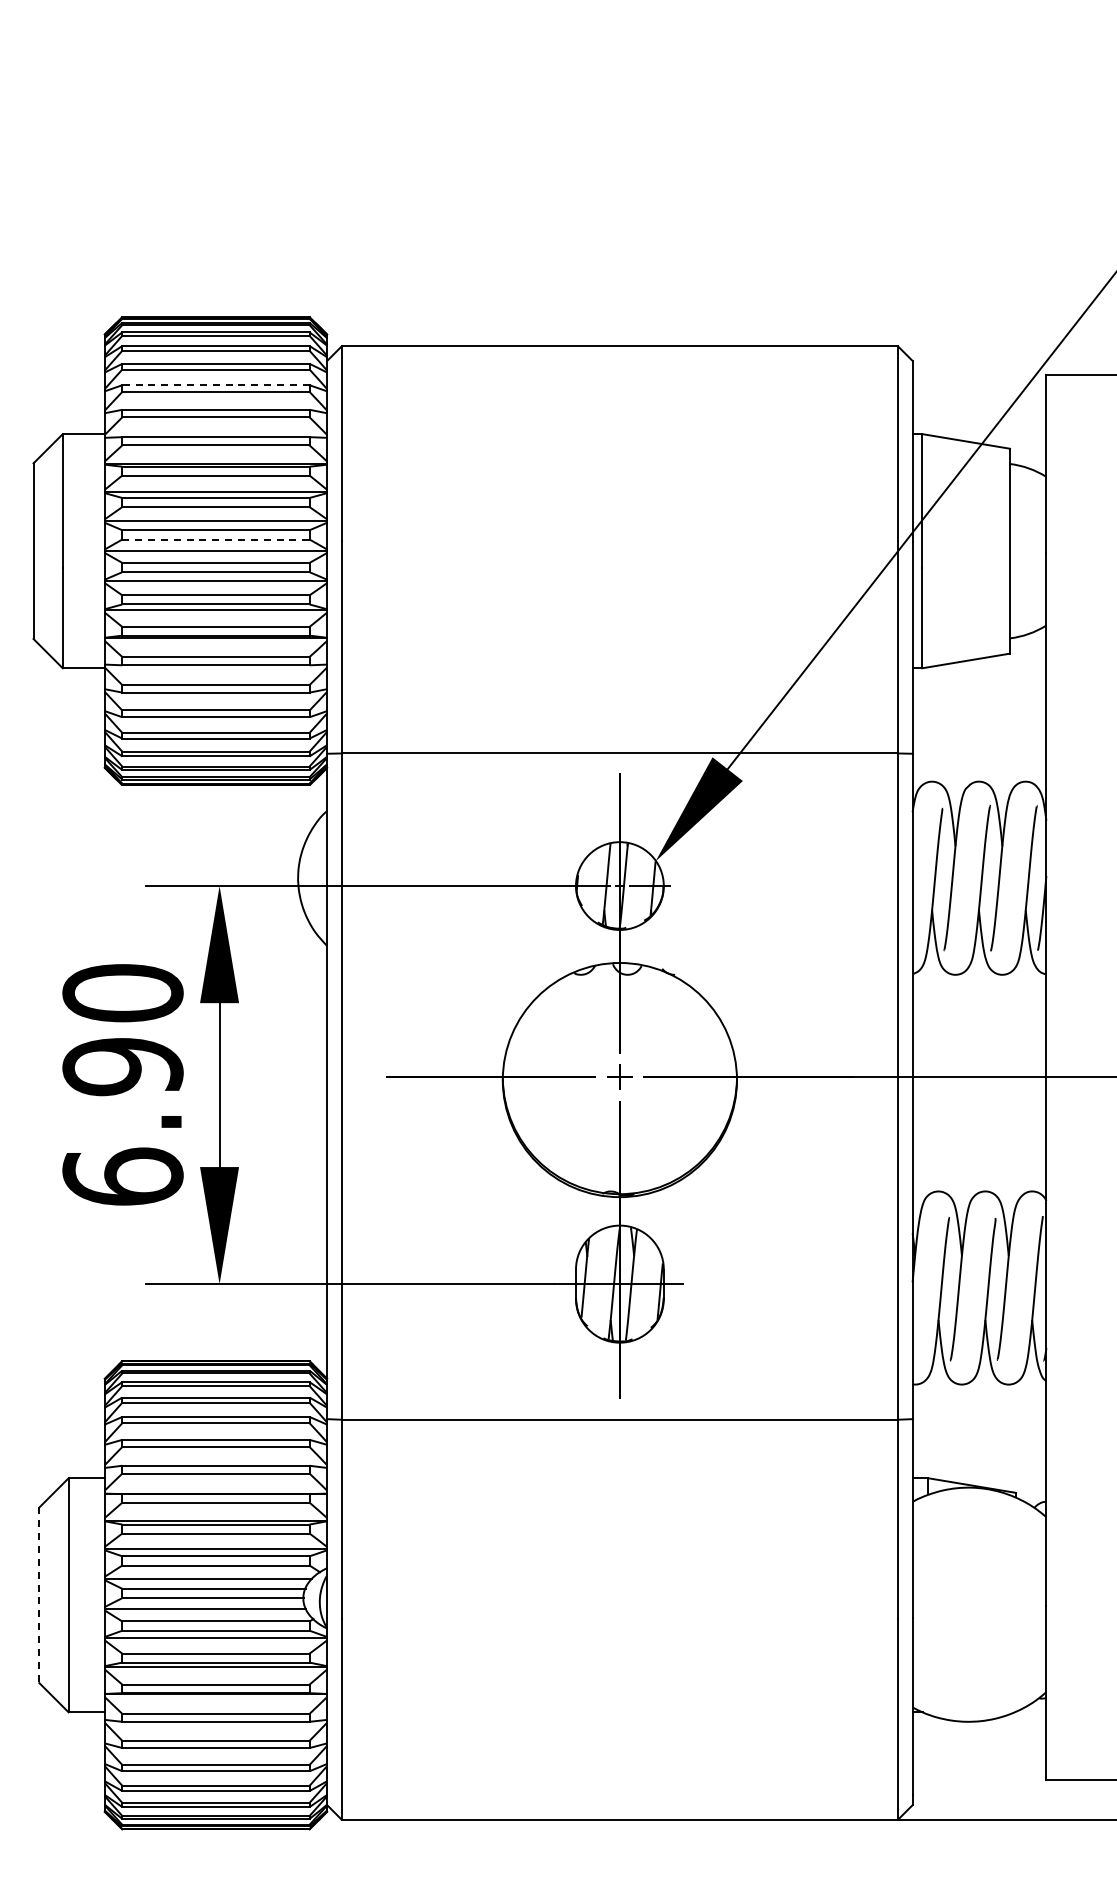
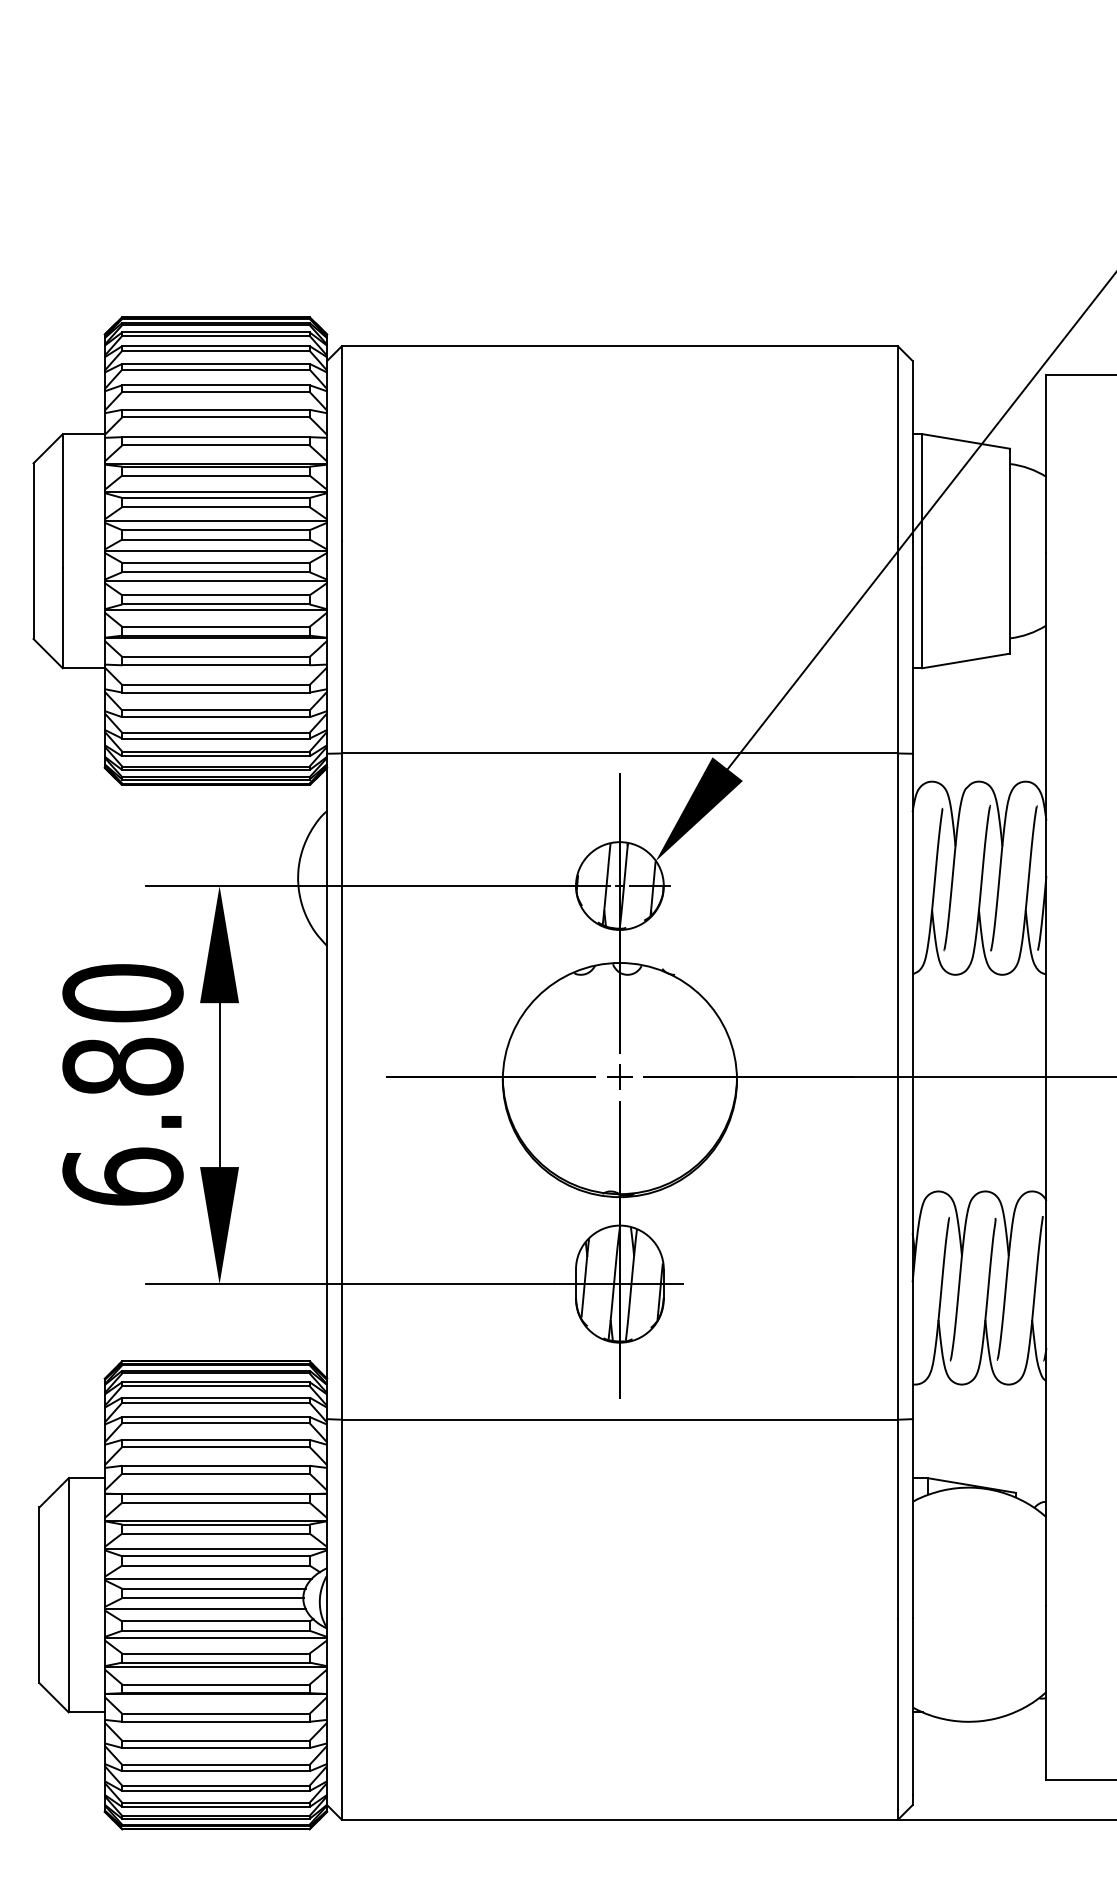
line at (215, 385): dashed -> solid
line at (215, 539): dashed -> solid
text at (122, 1066): 6.90 -> 6.80
line at (39, 1595): dashed -> solid
